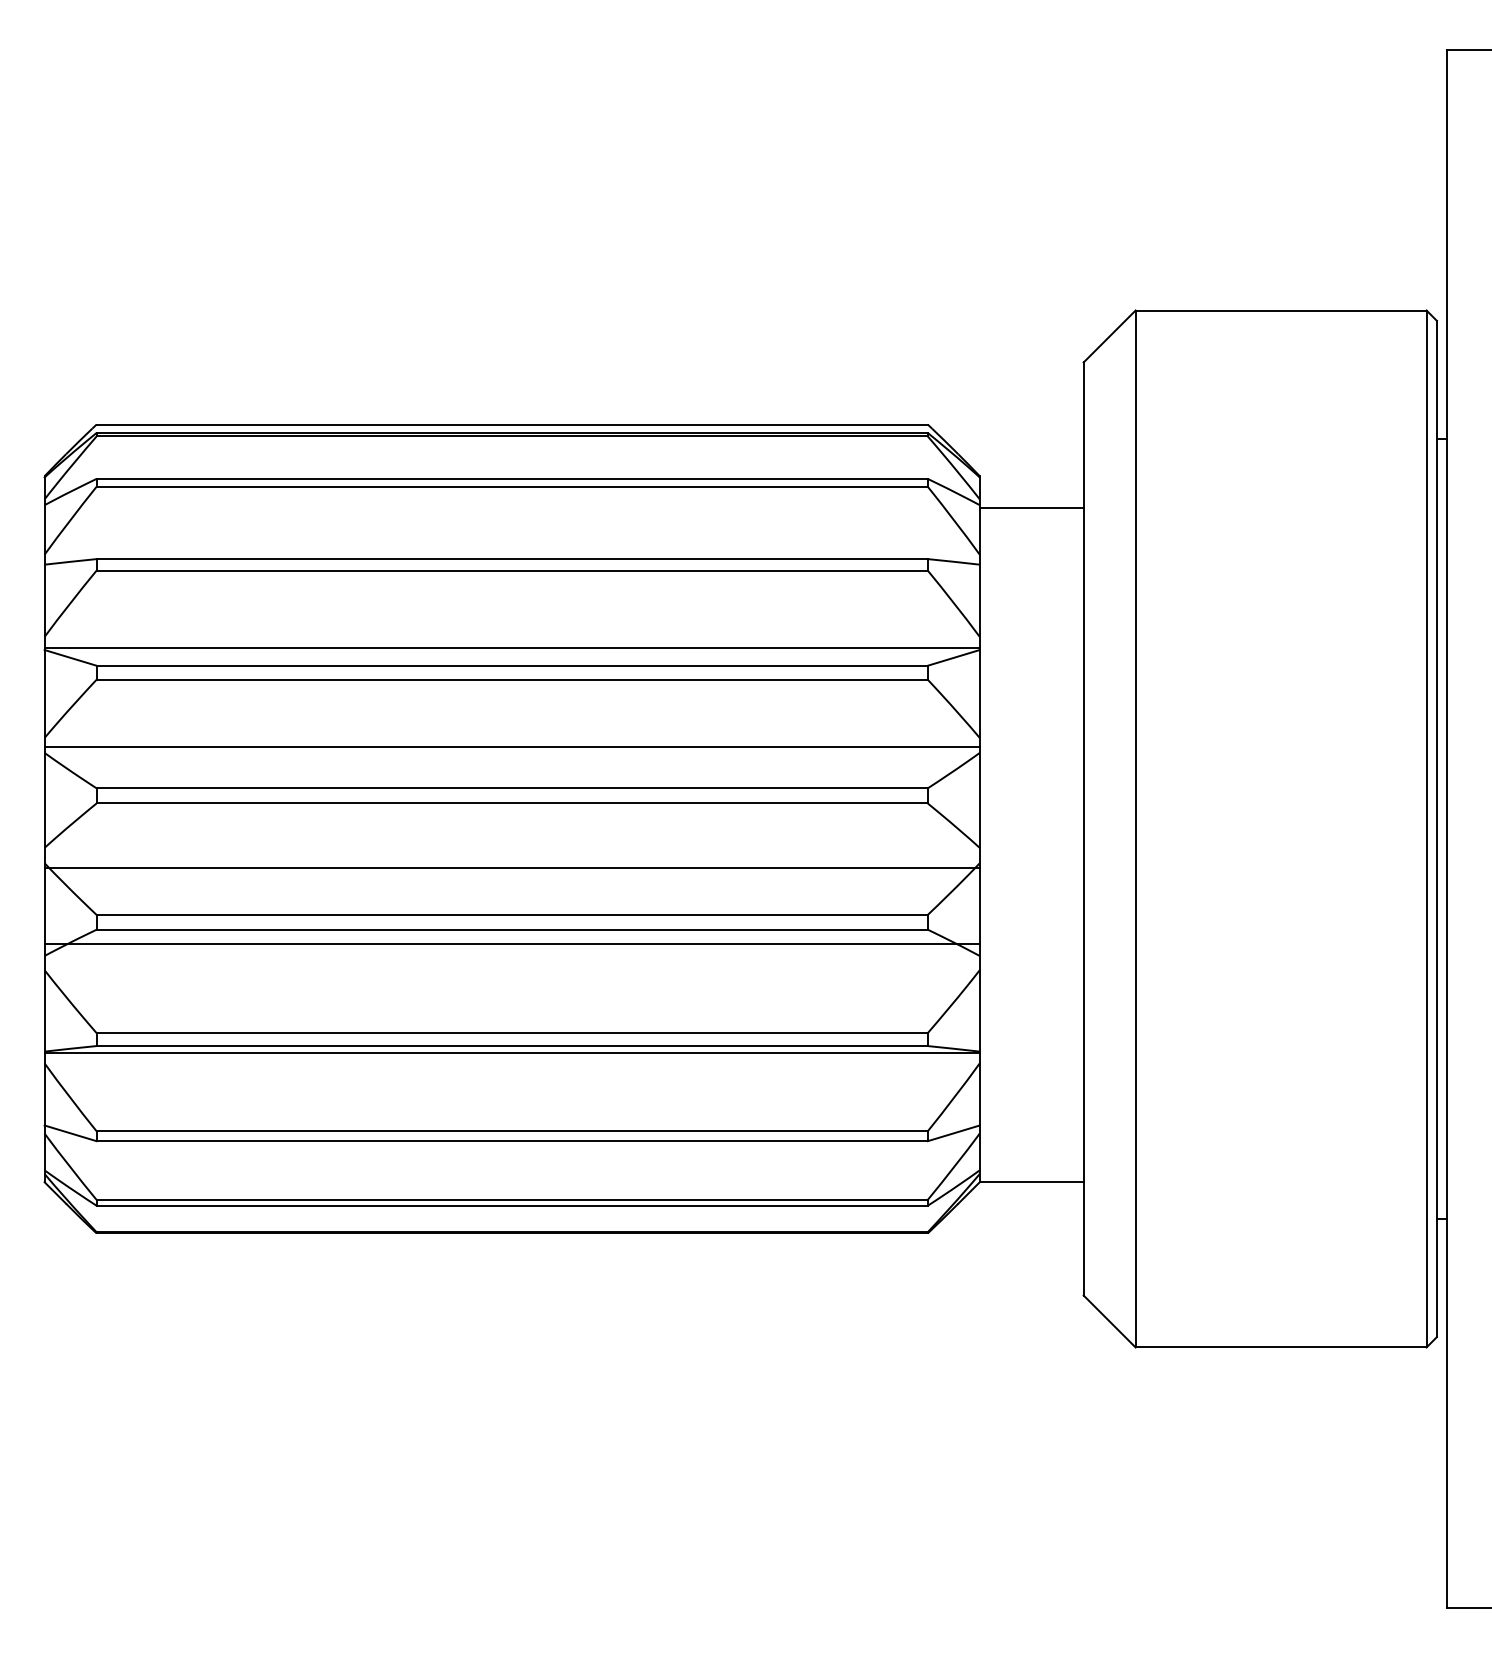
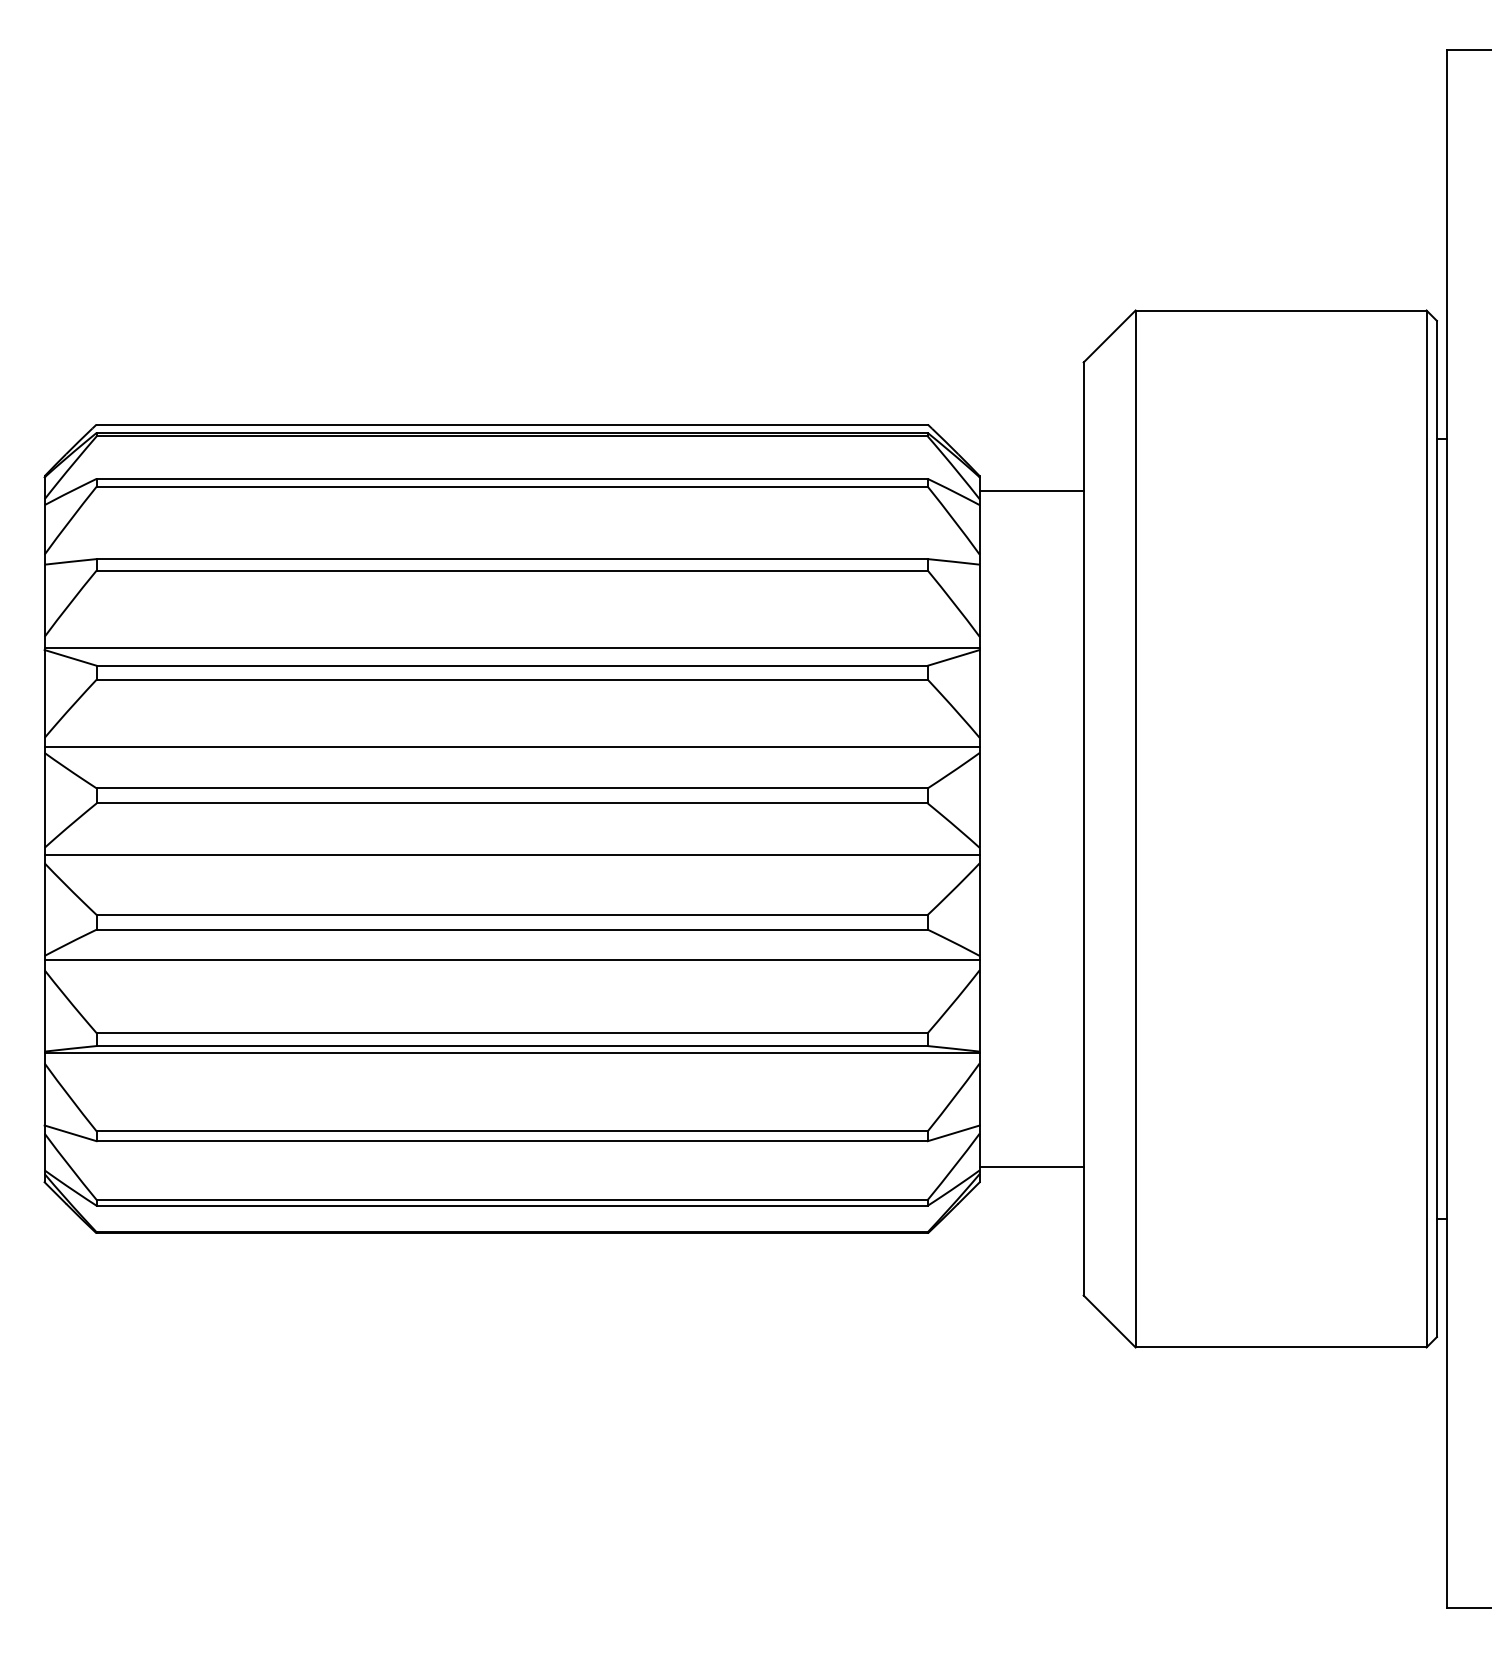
line at (1031, 508) position: (1031, 508) -> (1031, 491)
line at (511, 867) position: (511, 867) -> (511, 854)
line at (511, 944) position: (511, 944) -> (511, 960)
line at (1031, 1181) position: (1031, 1181) -> (1031, 1166)
